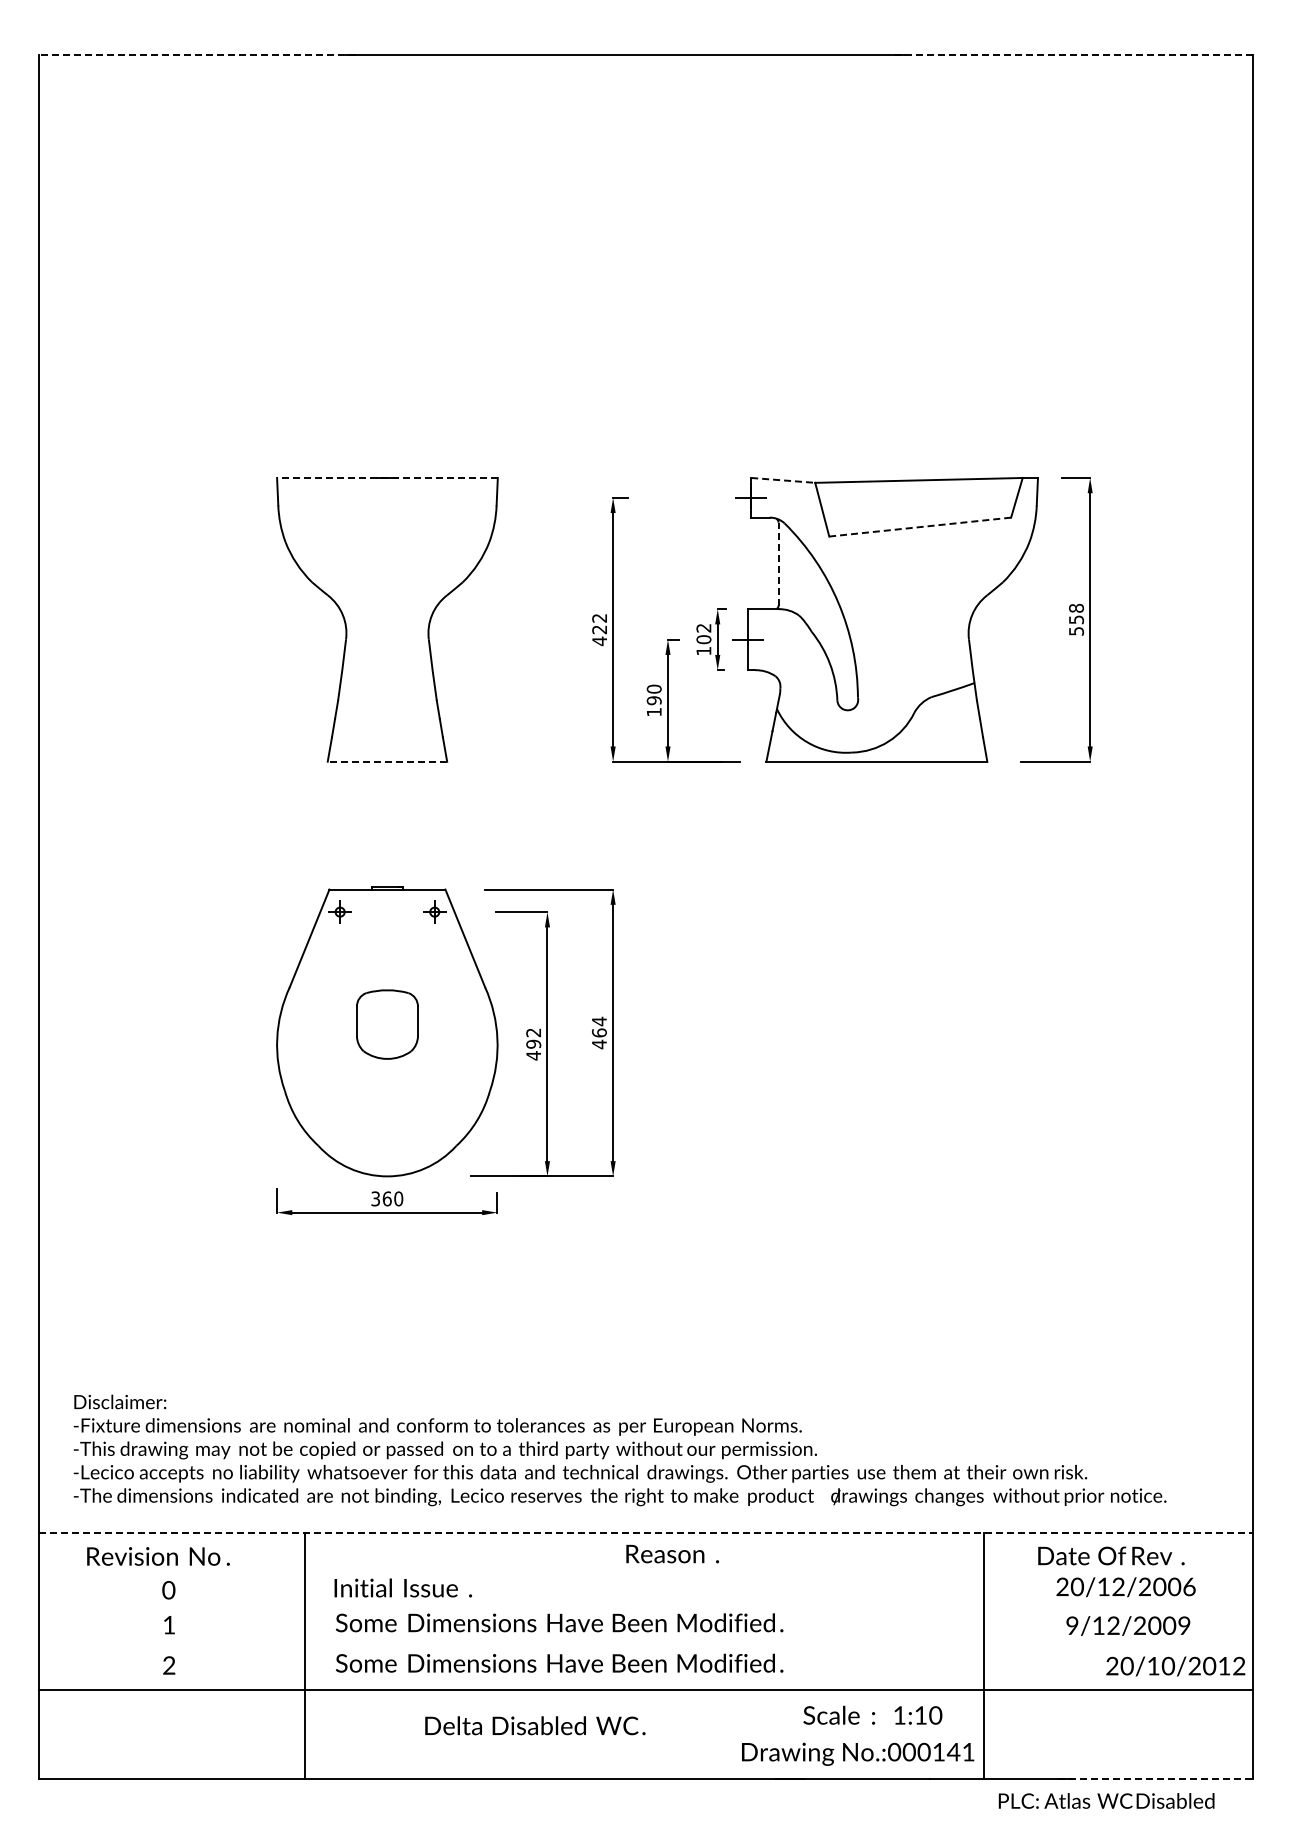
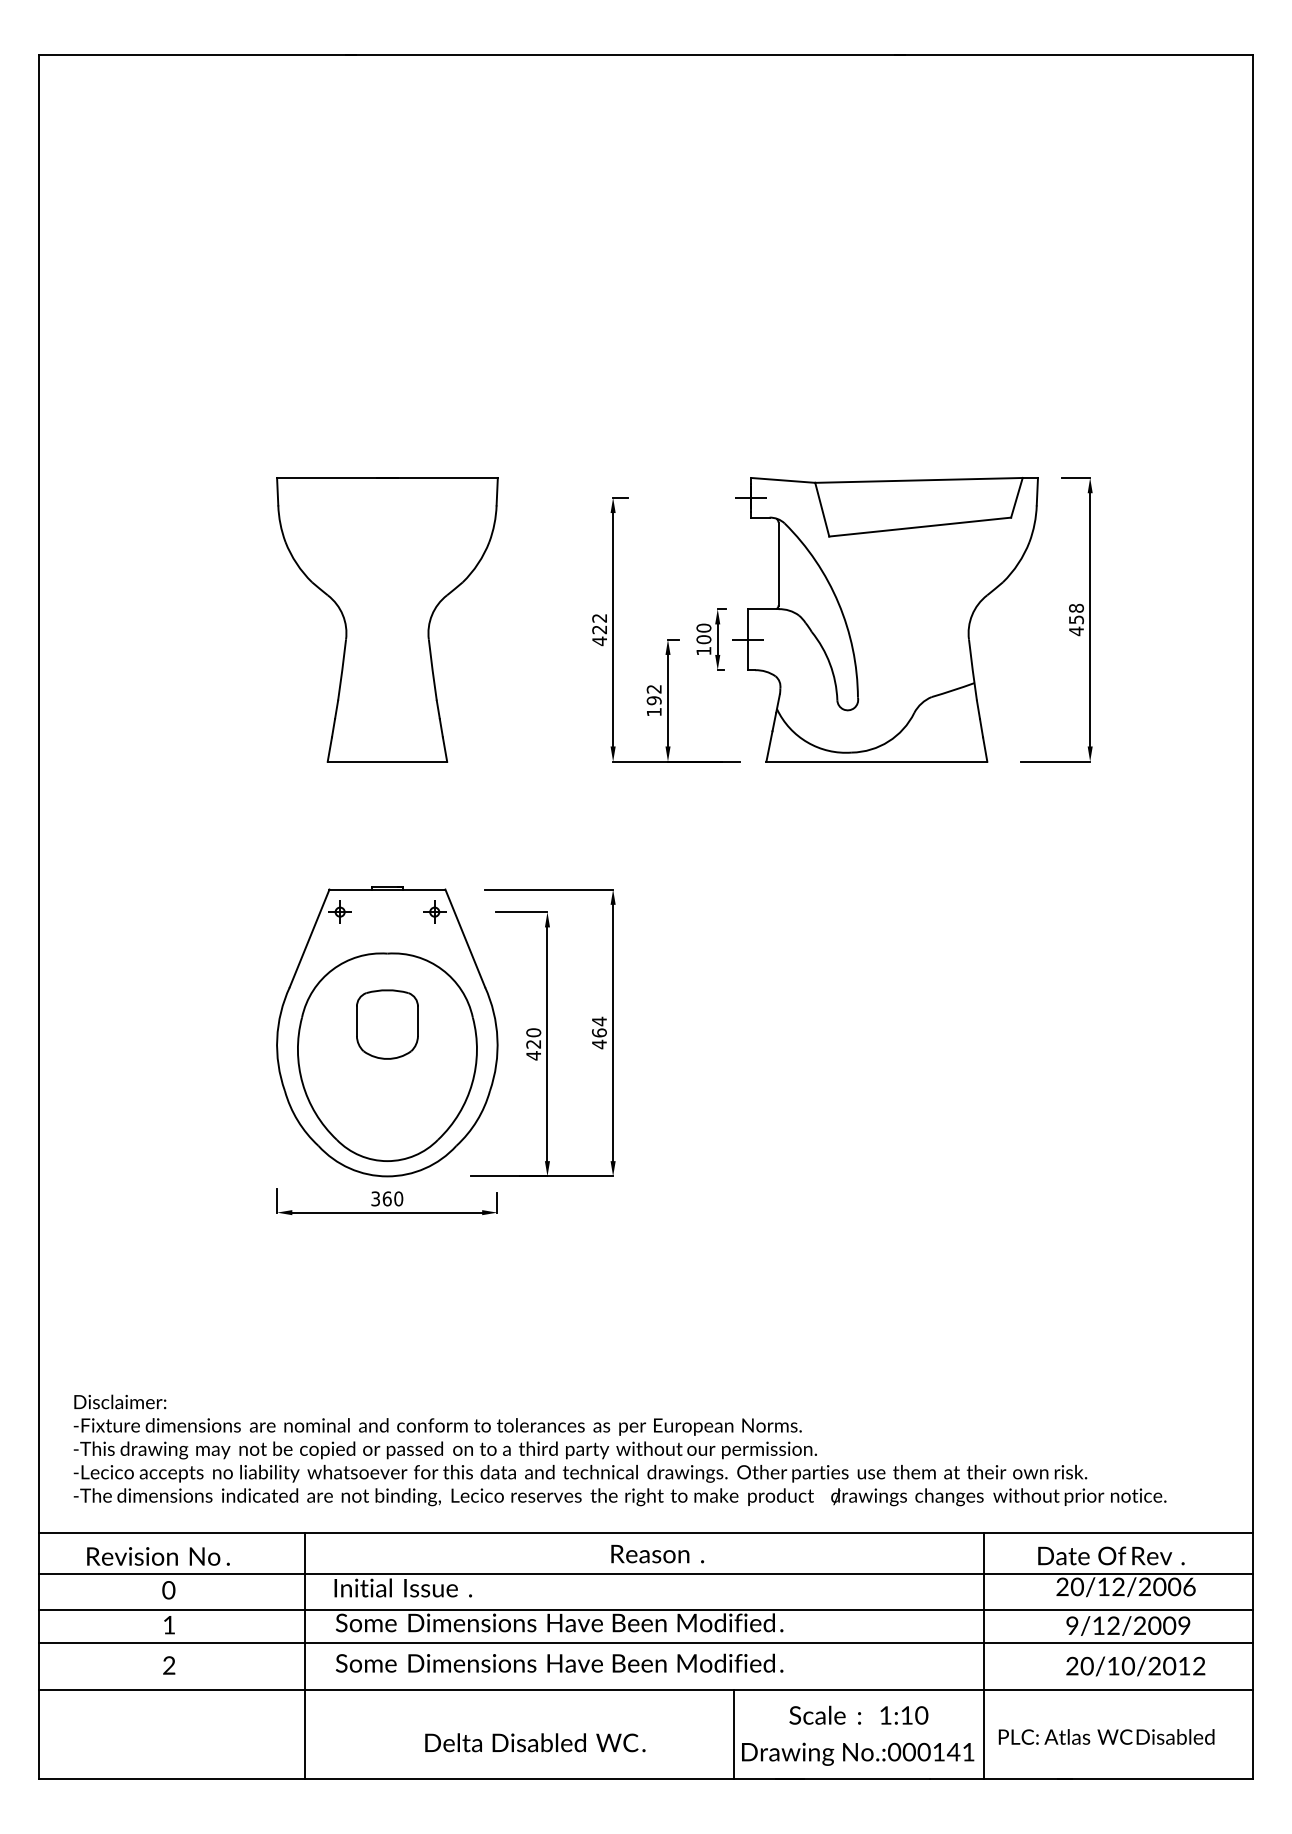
line at (197, 55): dashed -> solid
line at (1073, 55): dashed -> solid
line at (386, 477): dashed -> solid
line at (783, 480): dashed -> solid
line at (919, 527): dashed -> solid
line at (778, 564): dashed -> solid
text at (703, 627): 102 -> 100
text at (1076, 631): 558 -> 458
text at (653, 688): 190 -> 192
line at (387, 761): dashed -> solid
text at (533, 1038): 492 -> 420
part at (387, 1056): none -> present
line at (646, 1532): dashed -> solid
text at (672, 1553) position: (672, 1553) -> (657, 1553)
line at (645, 1574): none -> present
line at (645, 1610): none -> present
line at (645, 1642): none -> present
text at (1175, 1666) position: (1175, 1666) -> (1135, 1666)
text at (872, 1714) position: (872, 1714) -> (858, 1714)
text at (535, 1725) position: (535, 1725) -> (535, 1742)
line at (734, 1734): none -> present
line at (1155, 1778): dashed -> solid
text at (1106, 1800) position: (1106, 1800) -> (1106, 1736)
